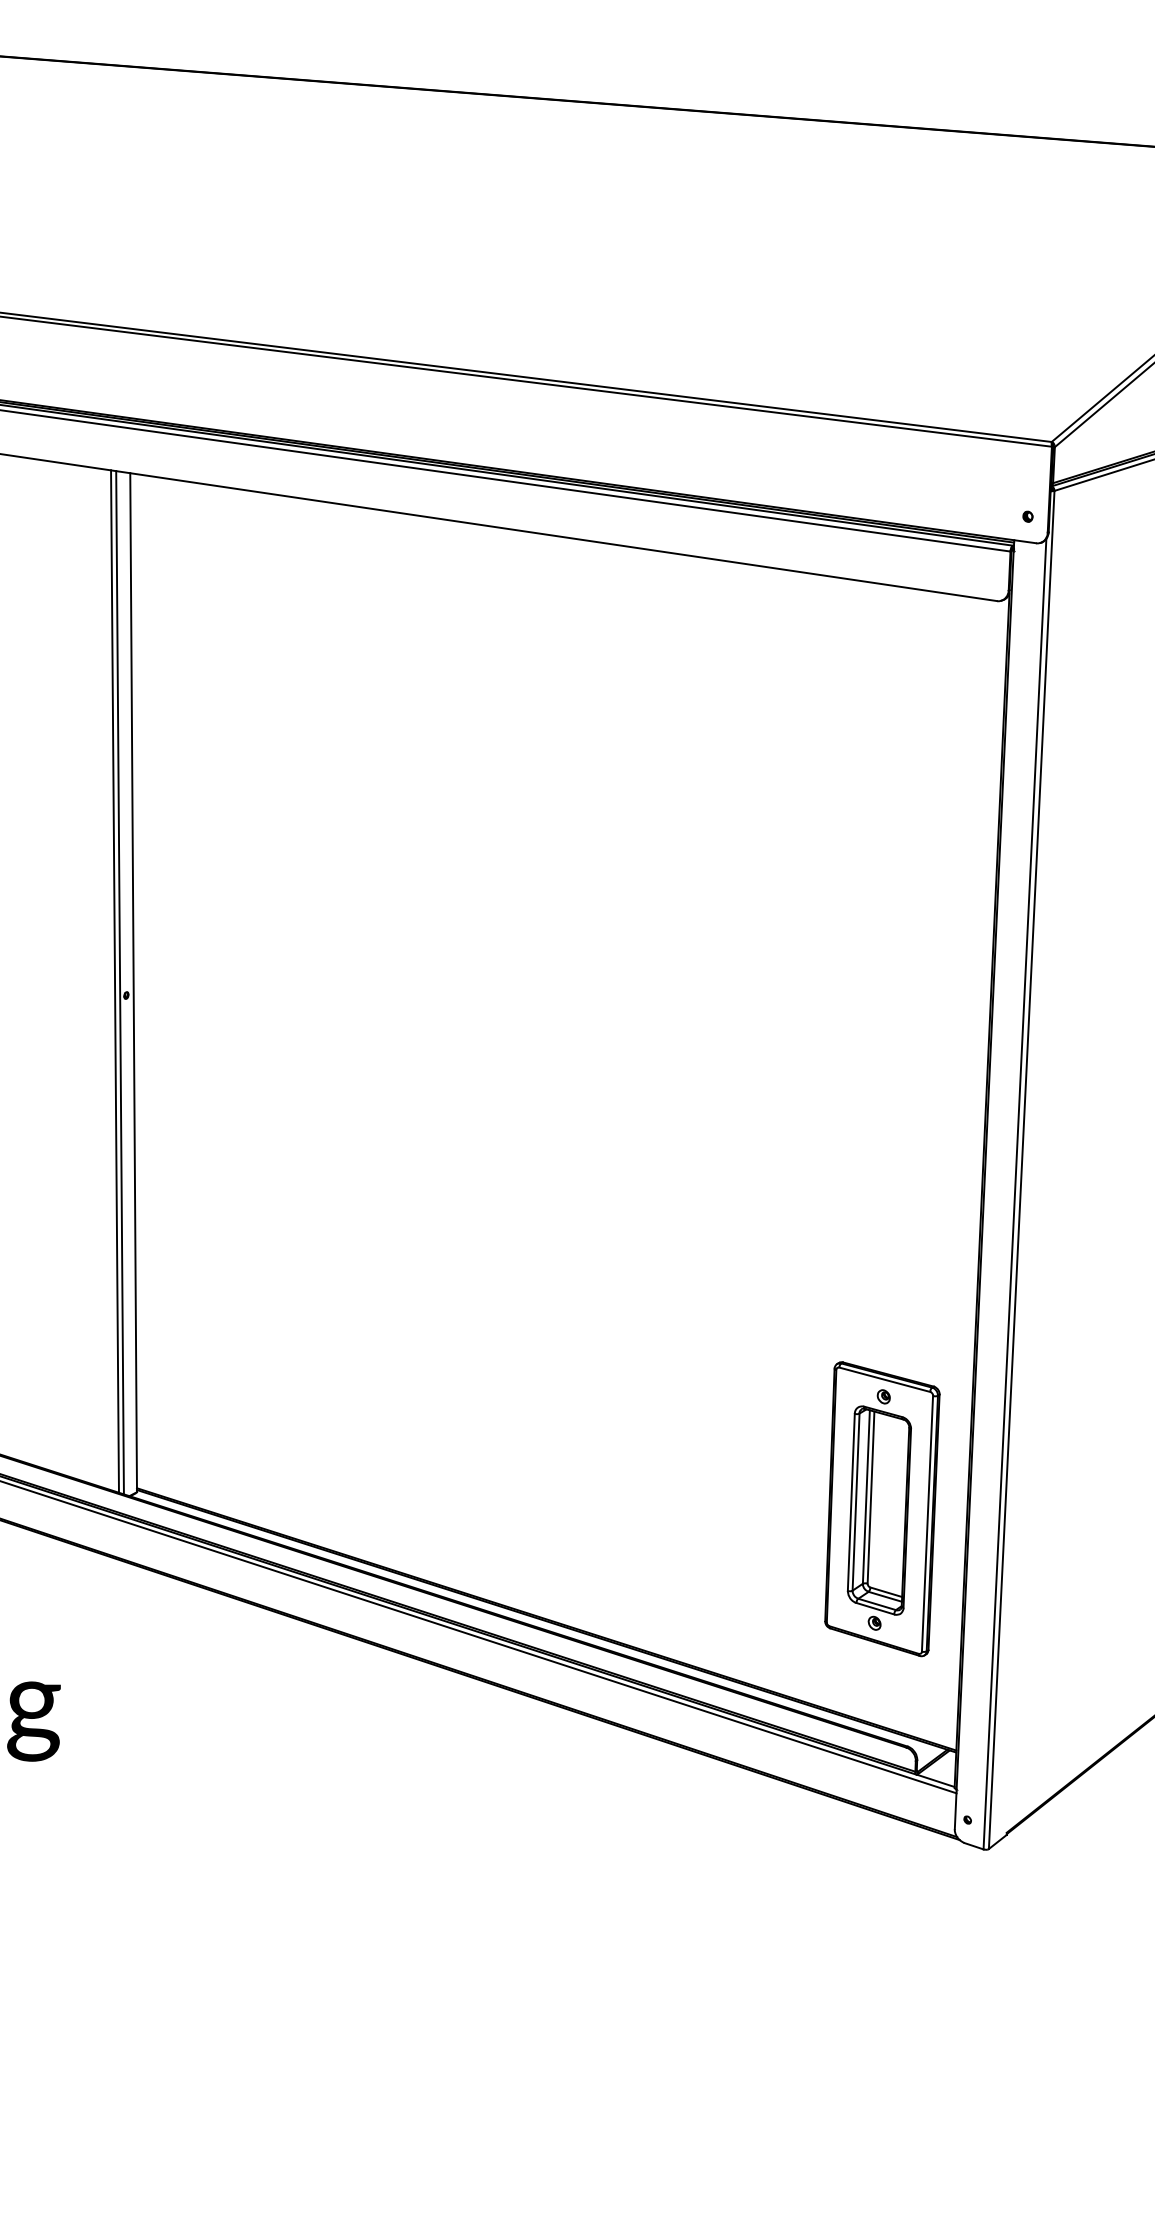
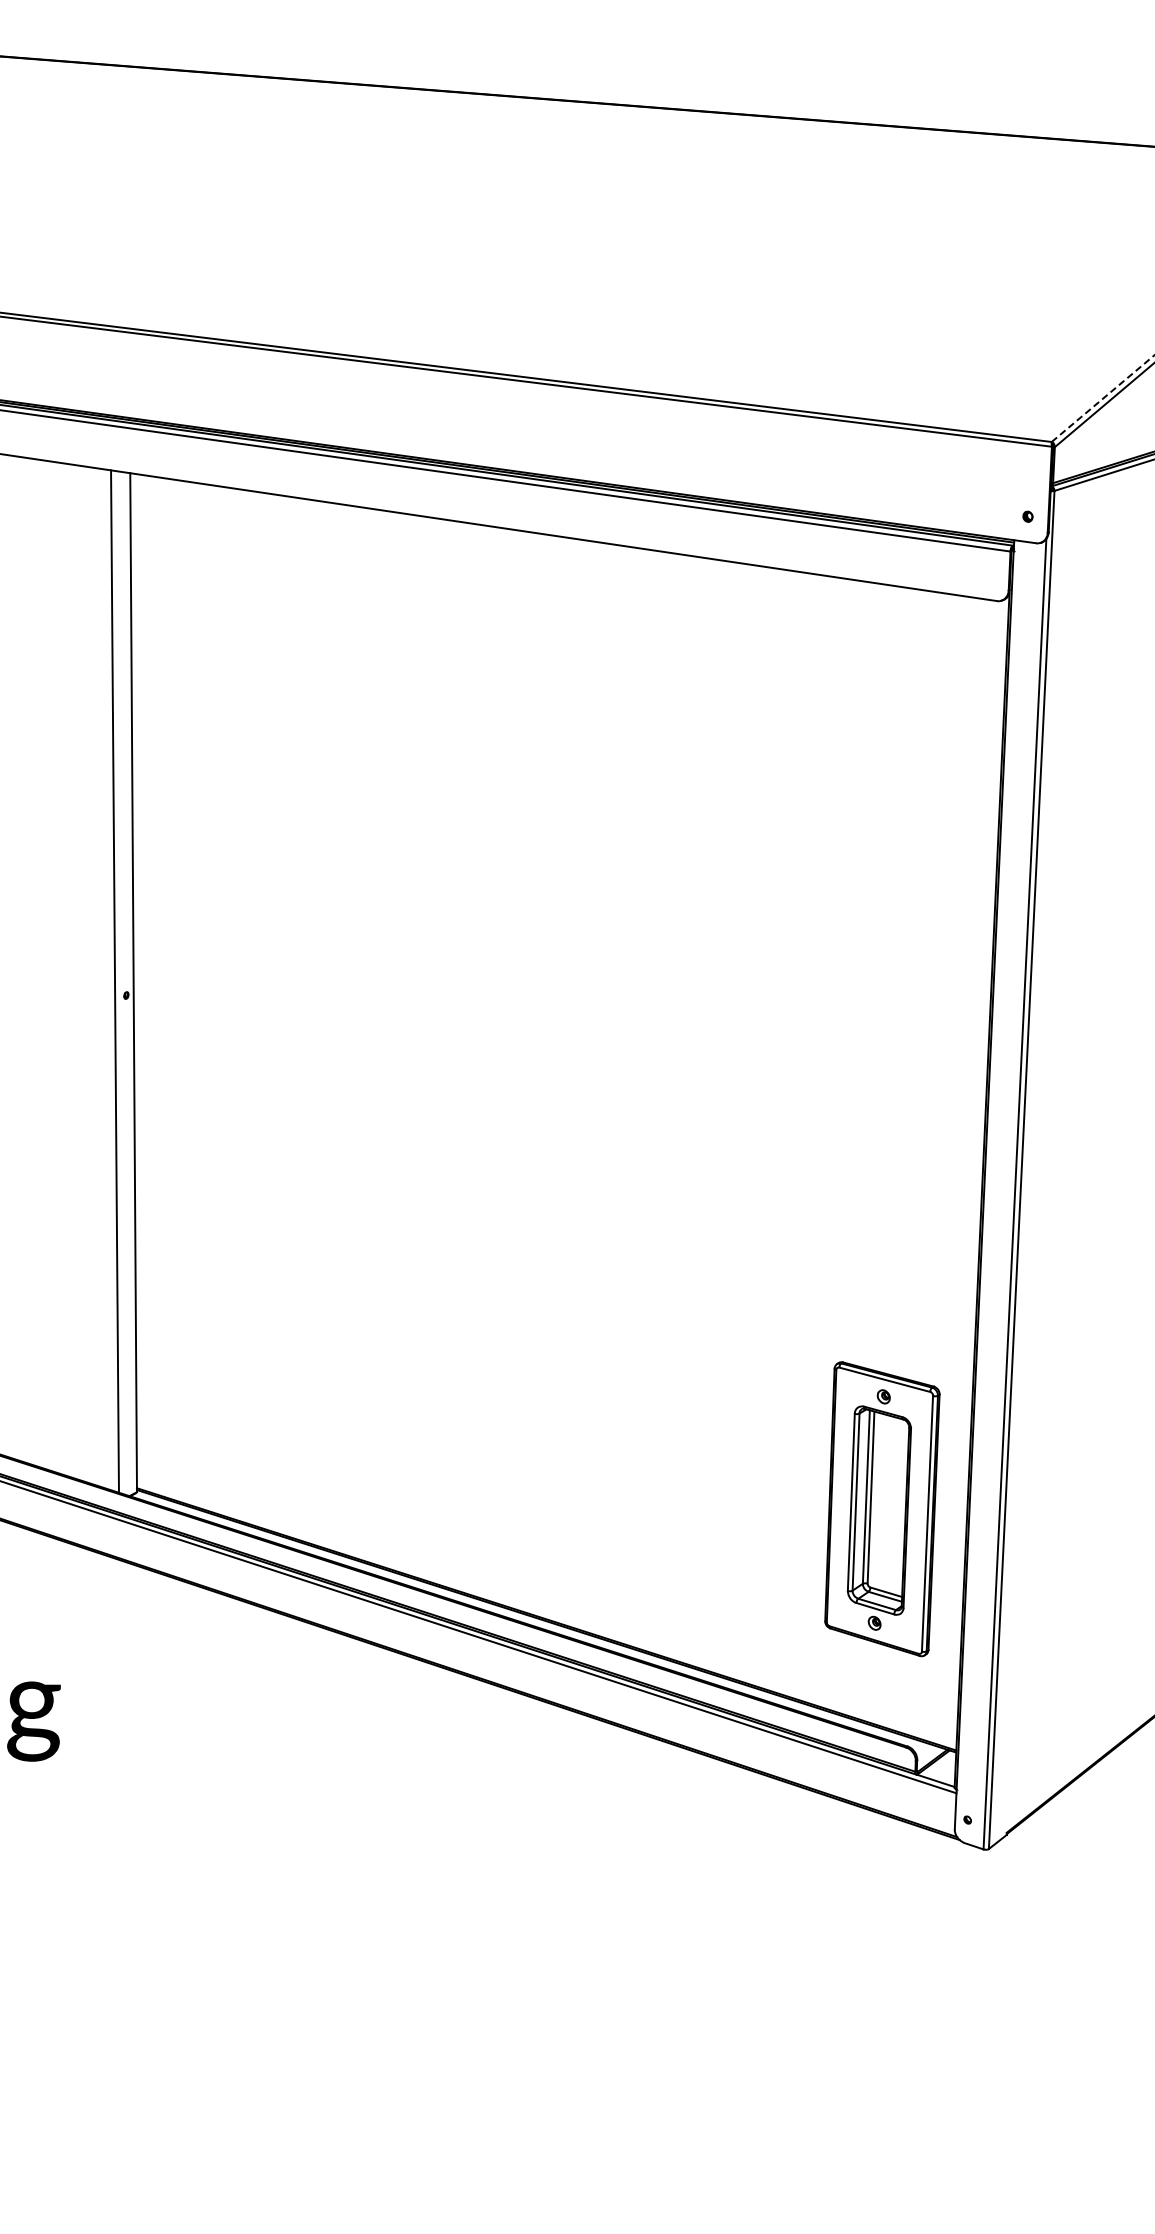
line at (1103, 398): solid -> dashed
line at (119, 982): present -> none
